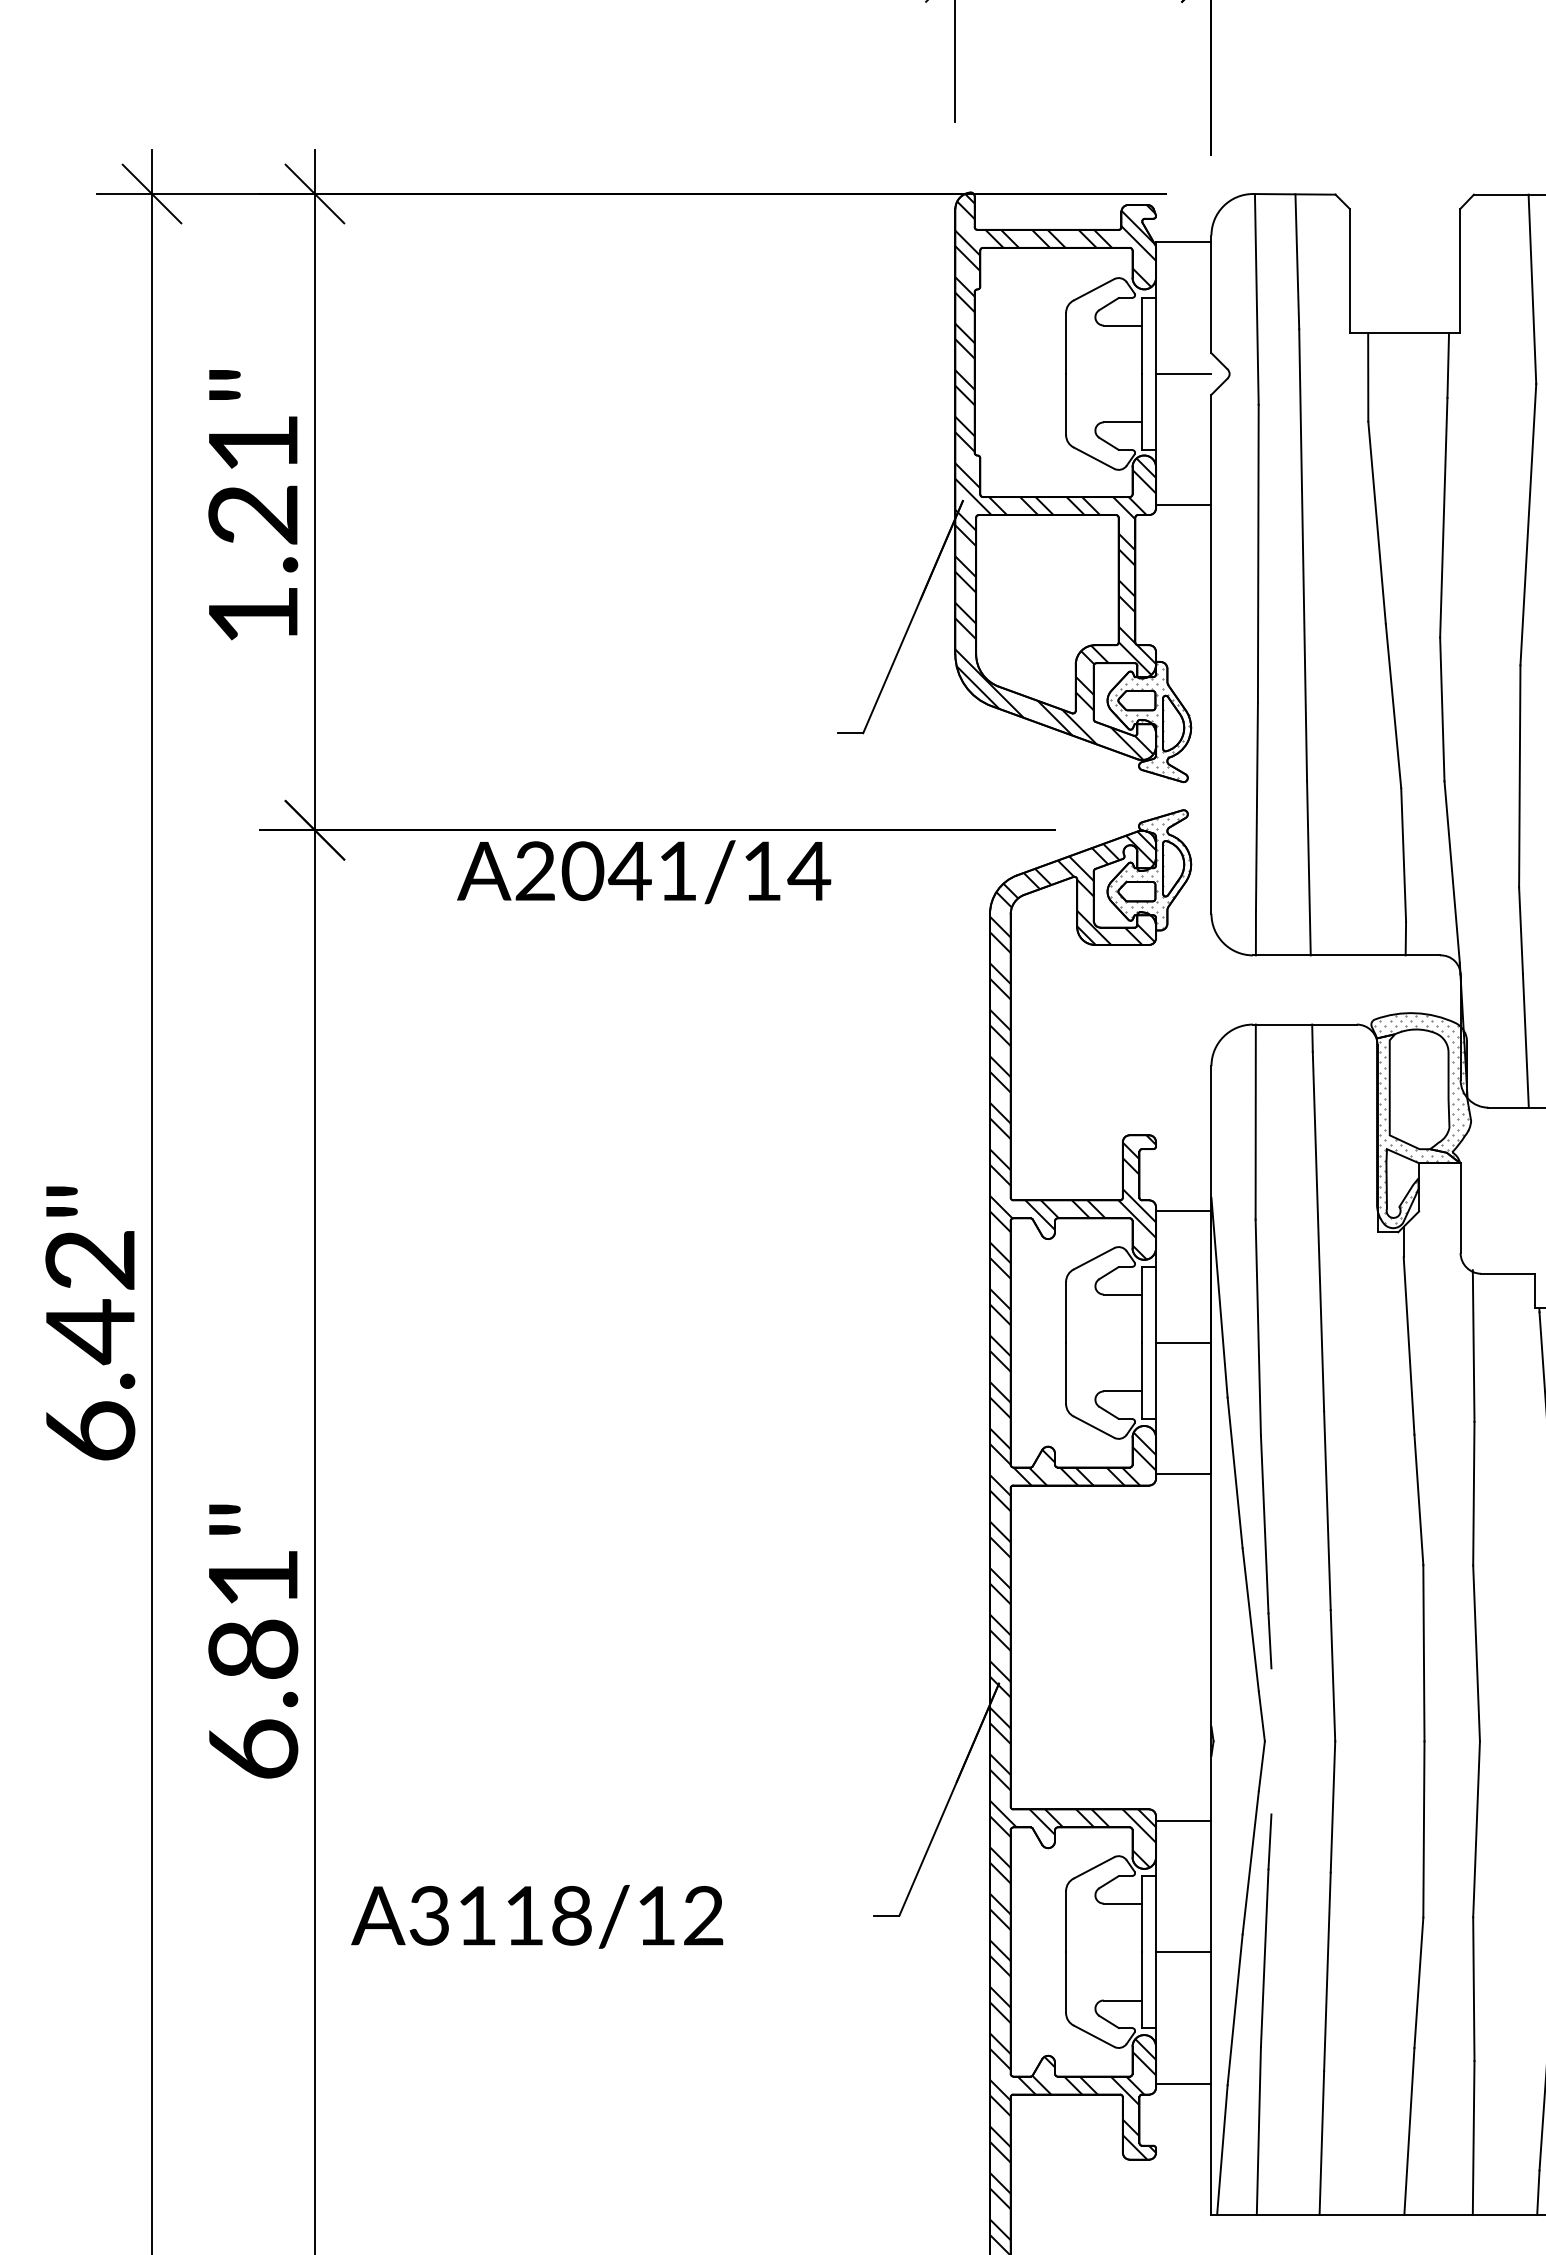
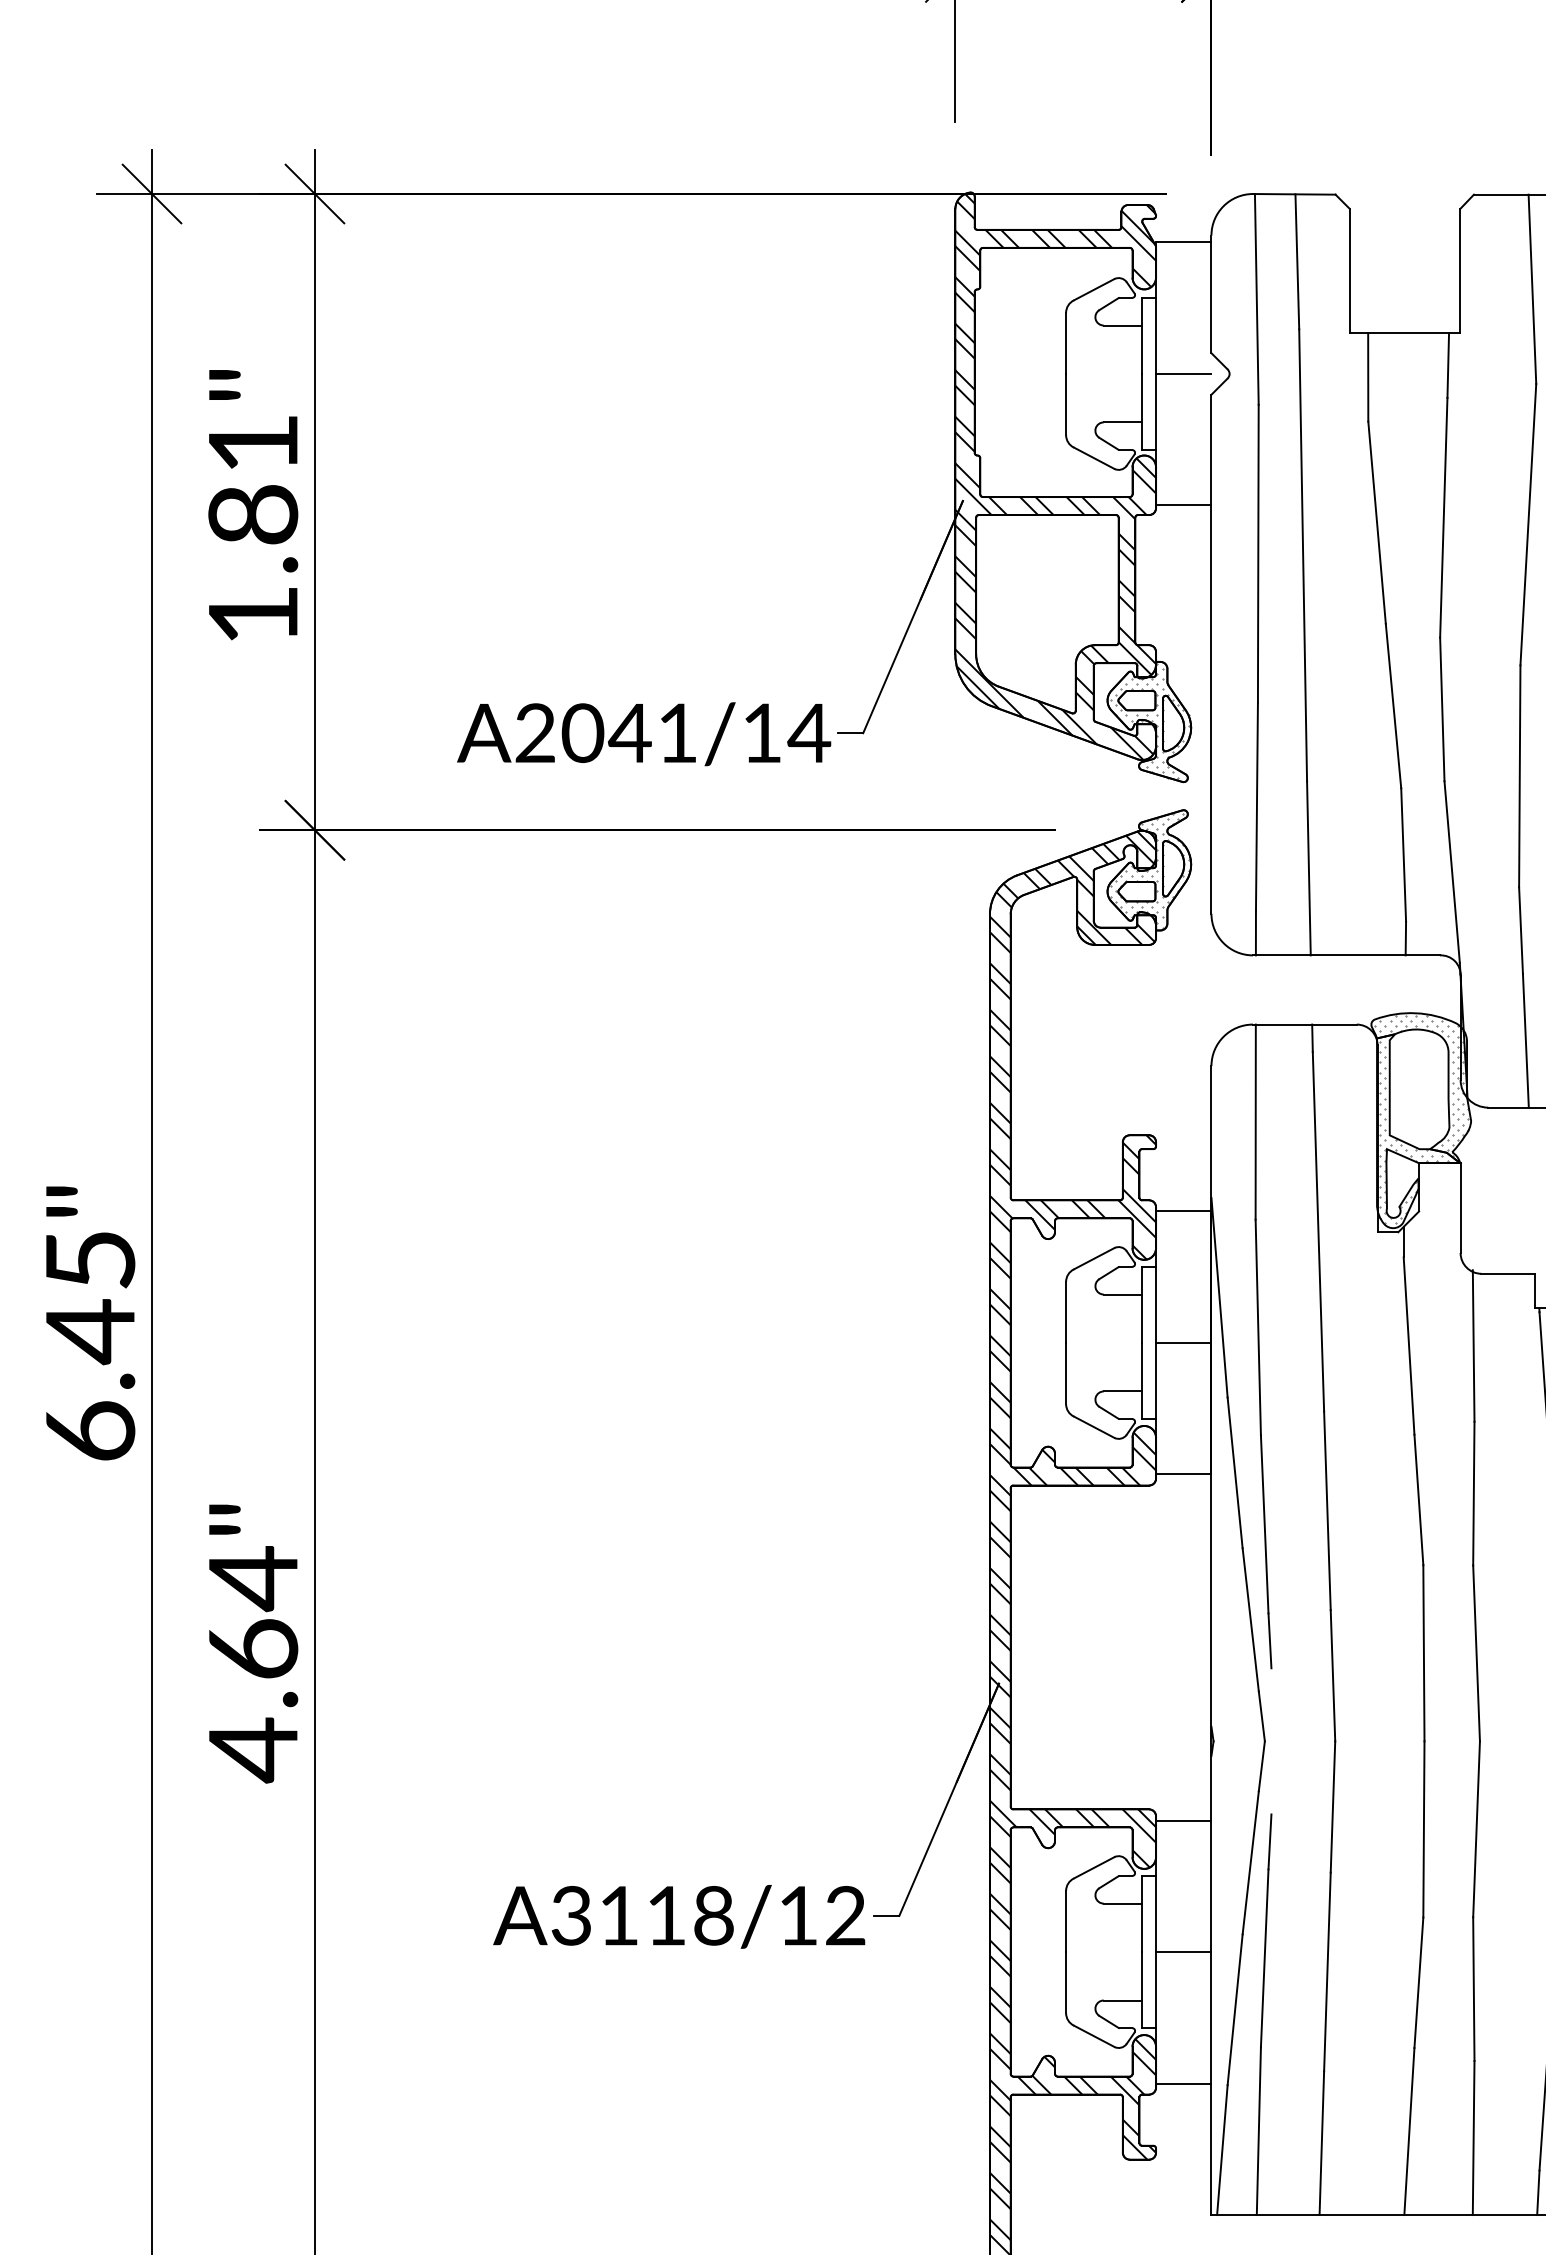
text at (253, 514): 1.21" -> 1.81"
text at (644, 872) position: (644, 872) -> (644, 734)
text at (90, 1260): 6.42" -> 6.45"
text at (253, 1664): 6.81" -> 4.64"
text at (537, 1916) position: (537, 1916) -> (679, 1916)
